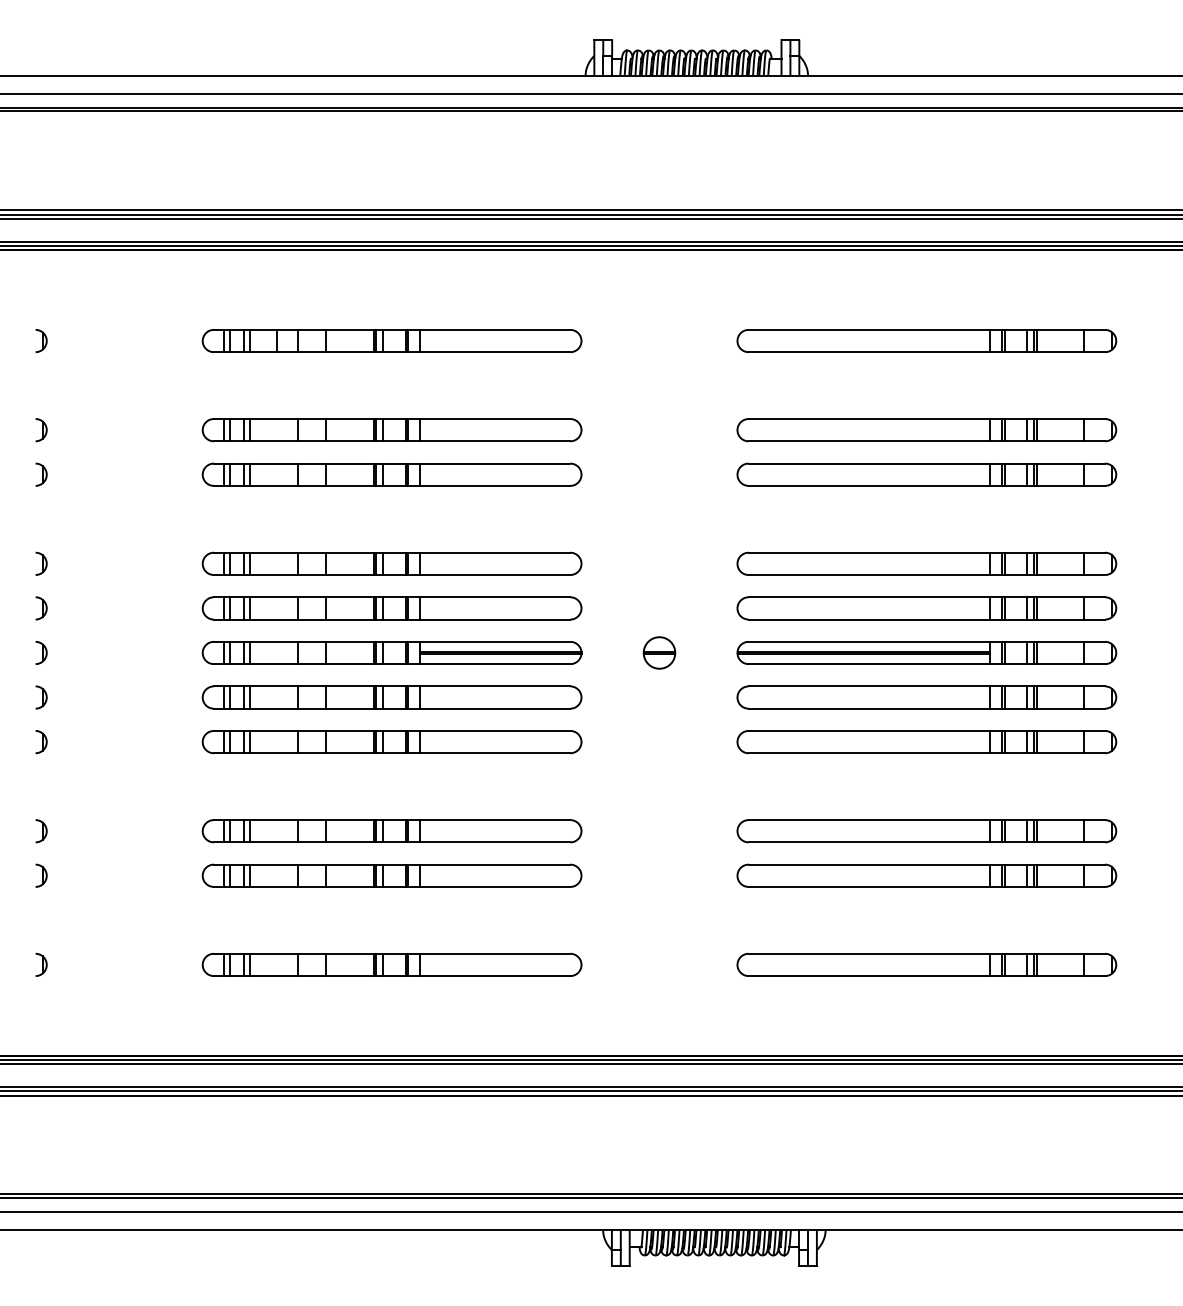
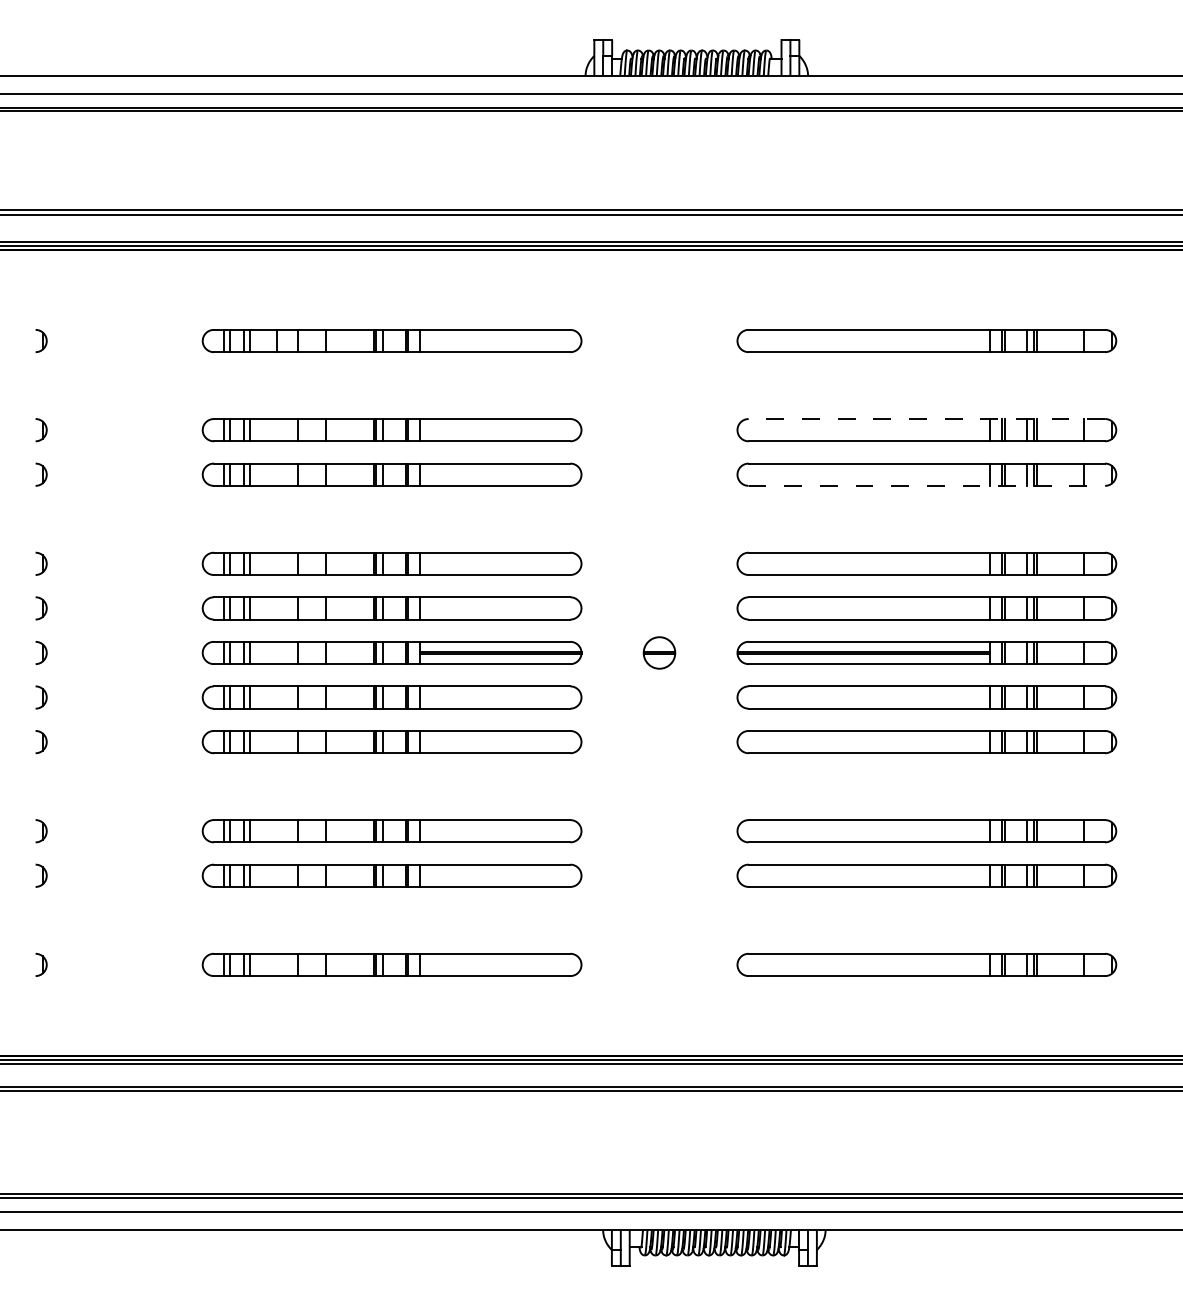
line at (590, 219): present -> none
line at (926, 419): solid -> dashed
line at (927, 485): solid -> dashed
line at (590, 1095): present -> none
